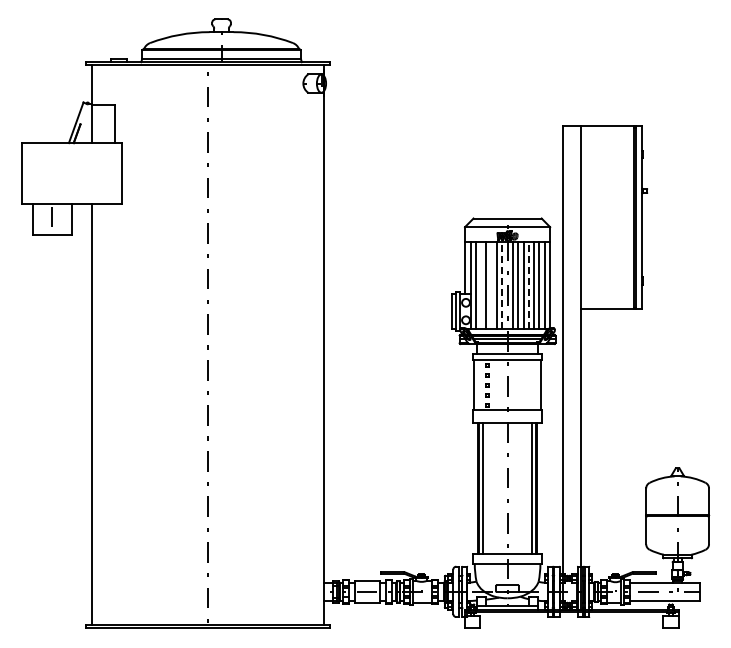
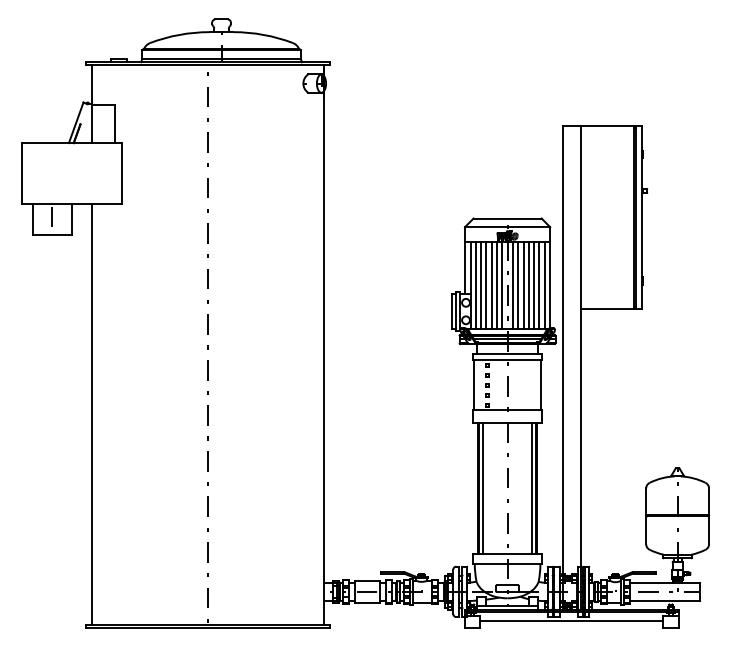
line at (481, 285): none -> present
line at (491, 285): none -> present
line at (502, 285): dashed -> solid
line at (528, 285): dashed -> solid
line at (571, 620): none -> present
